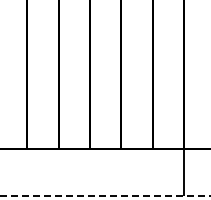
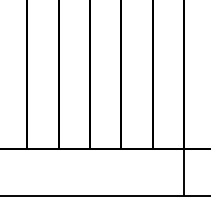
line at (105, 196): dashed -> solid
